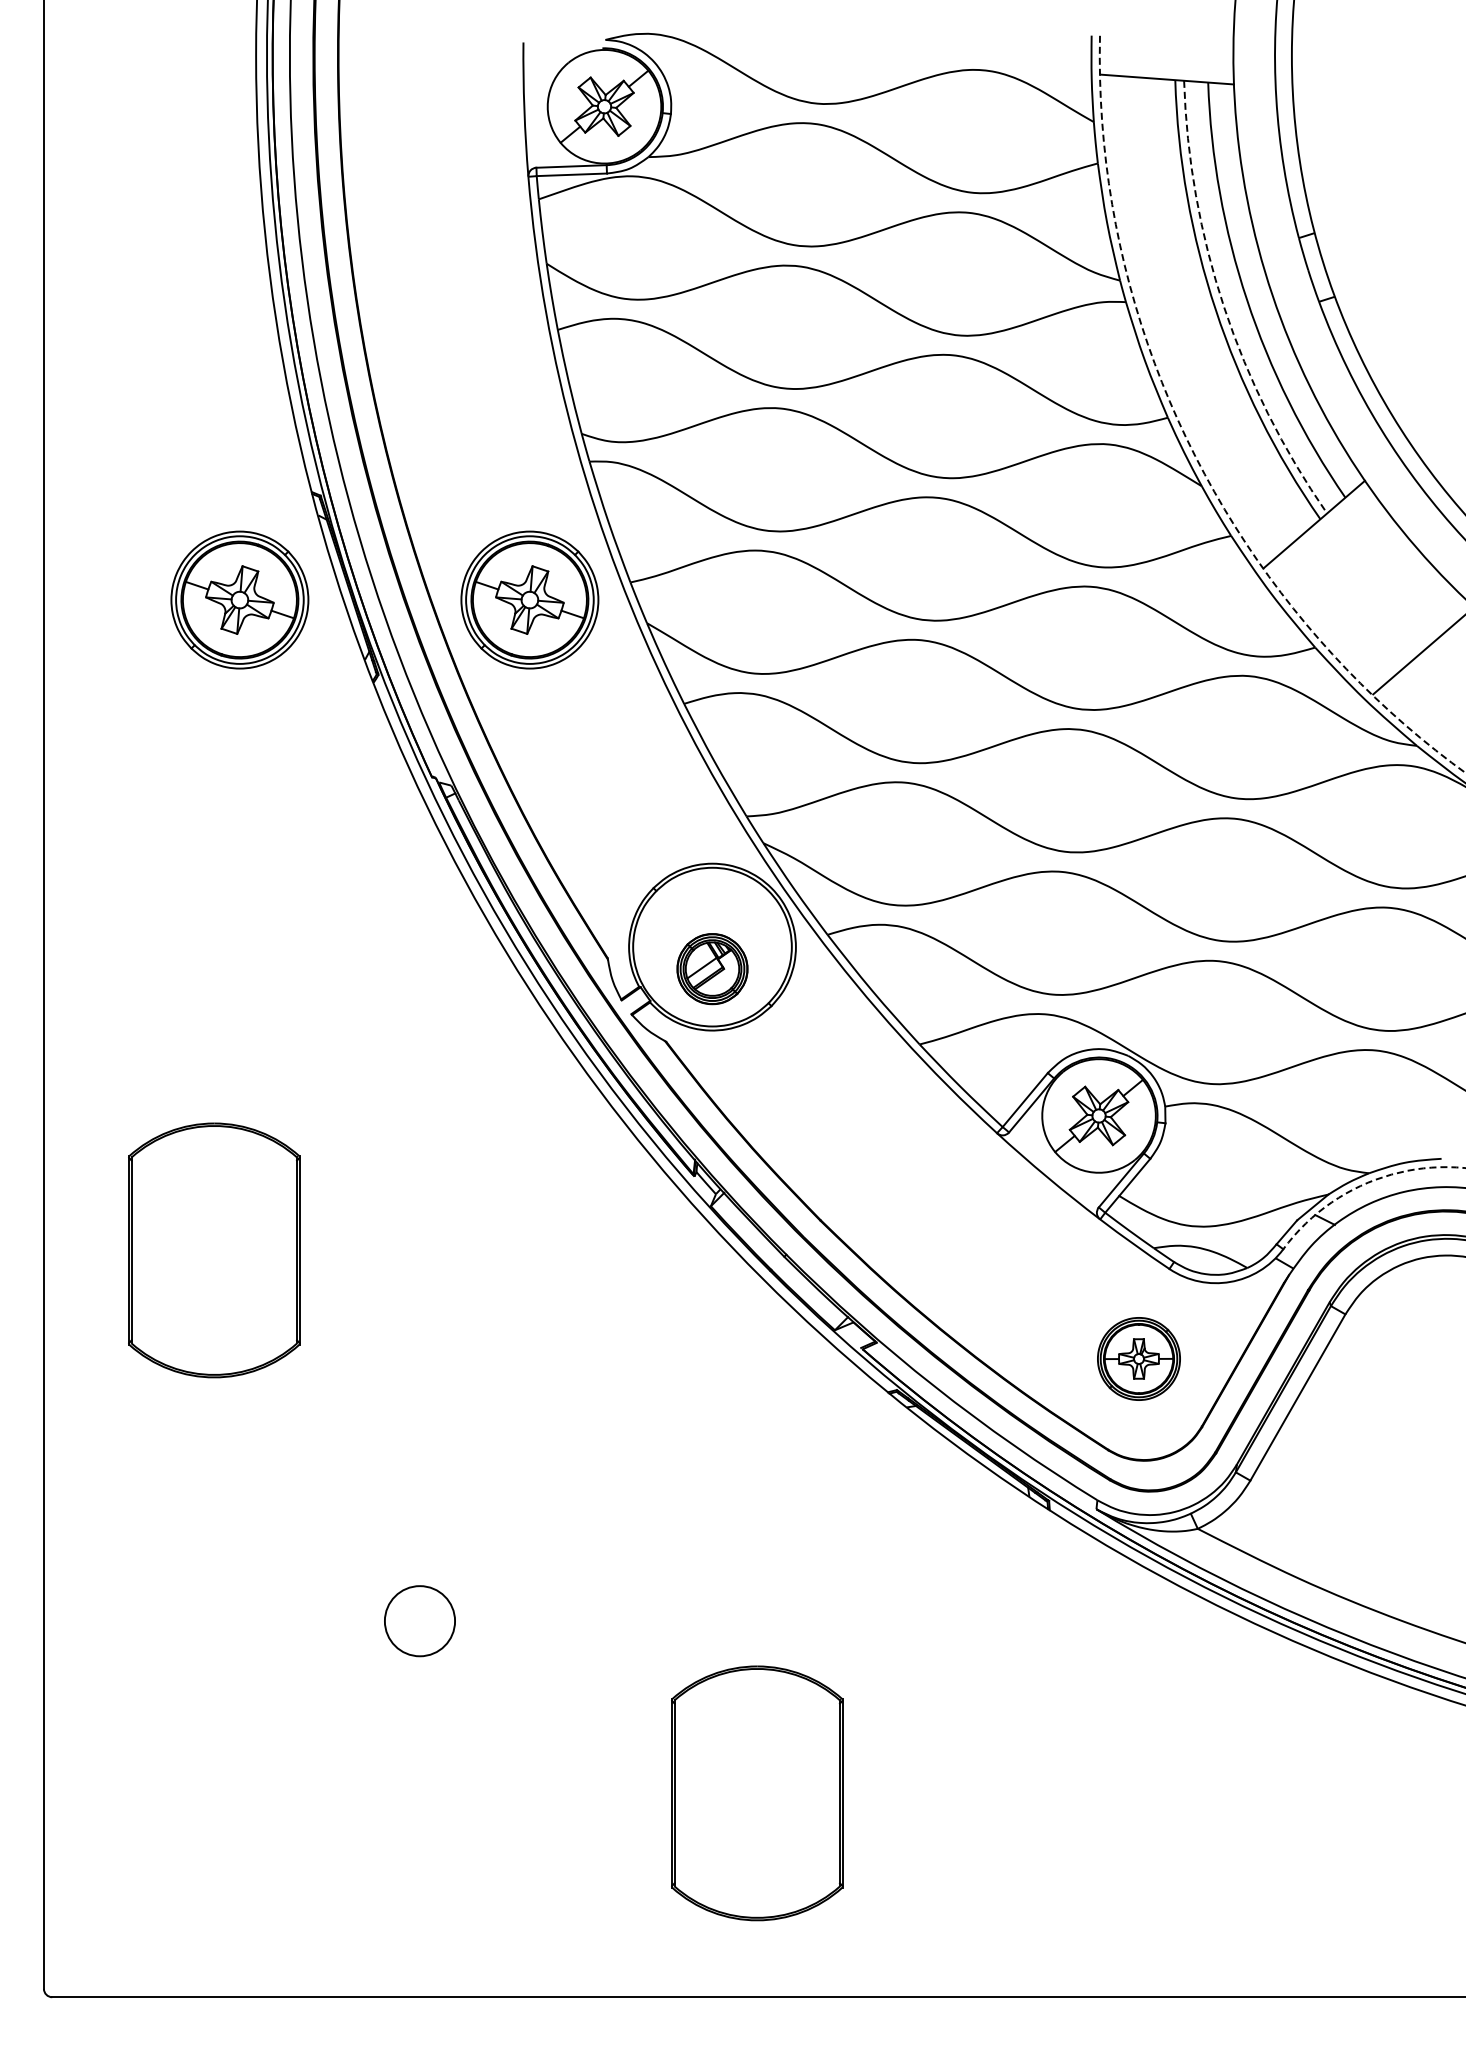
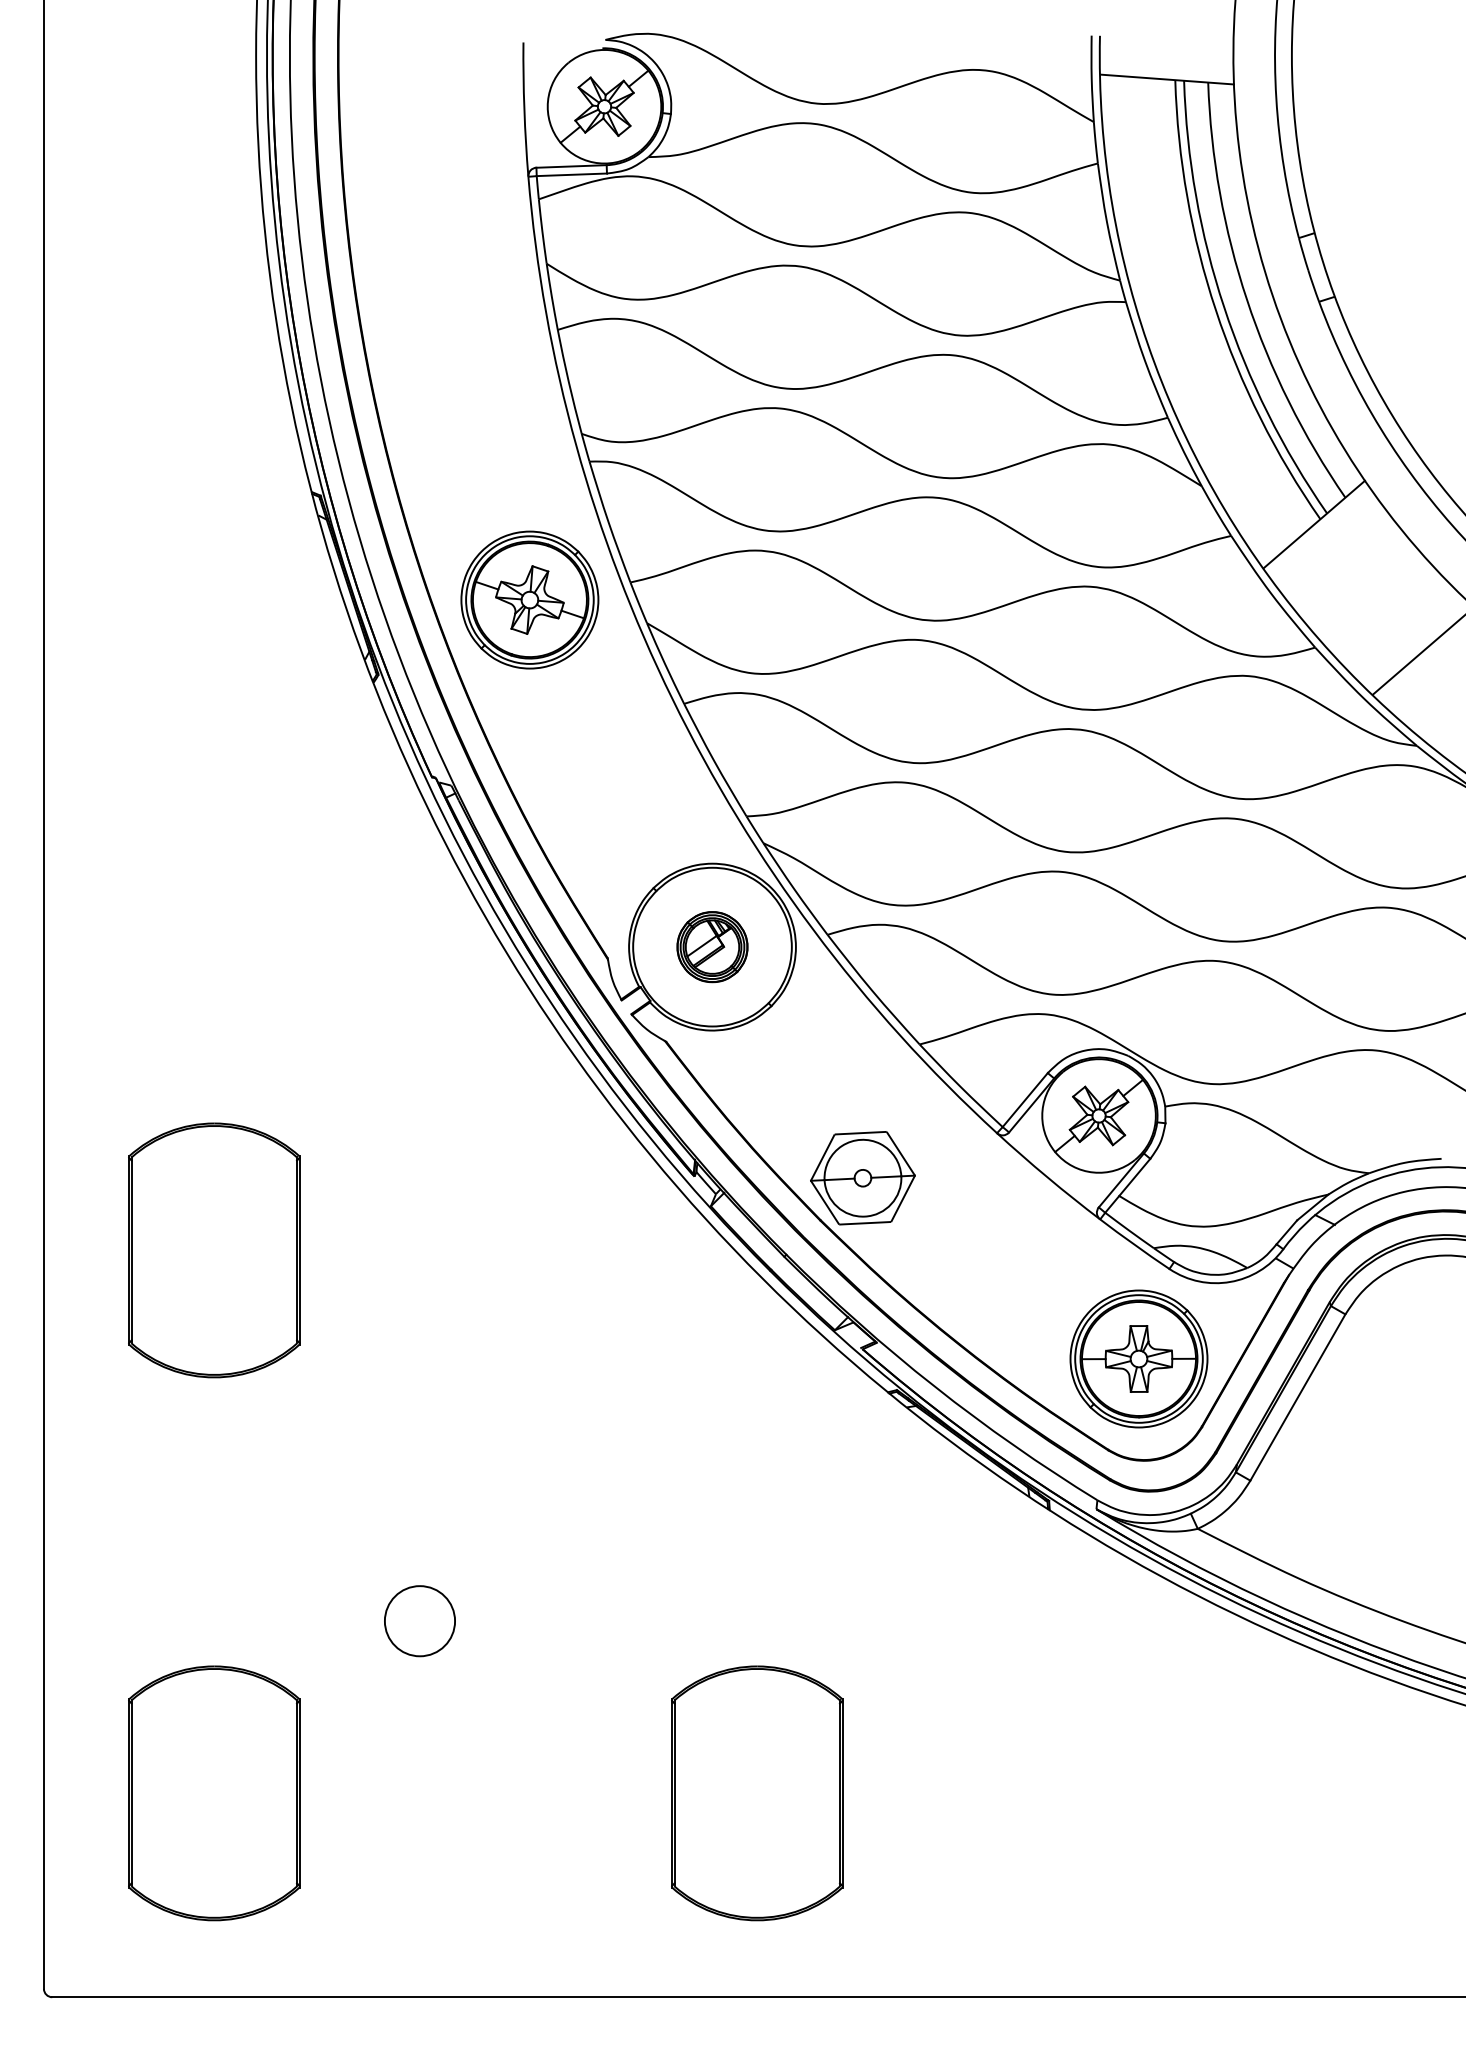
arc at (1224, 307): dashed -> solid
arc at (1192, 450): dashed -> solid
part at (239, 599): present -> none
part at (712, 969) position: (712, 969) -> (712, 947)
part at (862, 1178): none -> present
arc at (1364, 1184): dashed -> solid
part at (1138, 1358) size: 84x84 px -> 140x140 px
part at (214, 1793): none -> present
